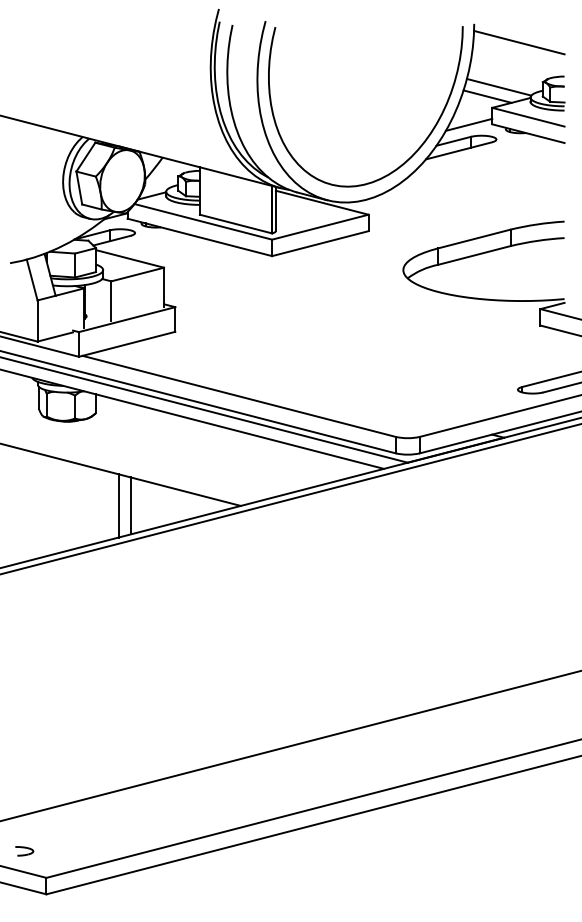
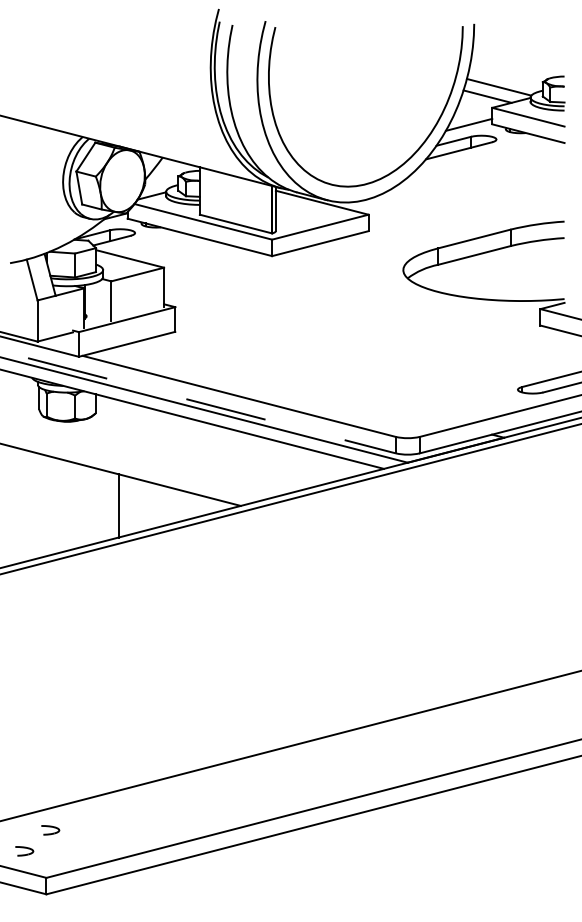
line at (519, 42): present -> none
line at (198, 402): solid -> dashed
line at (130, 505): present -> none
part at (50, 830): none -> present
